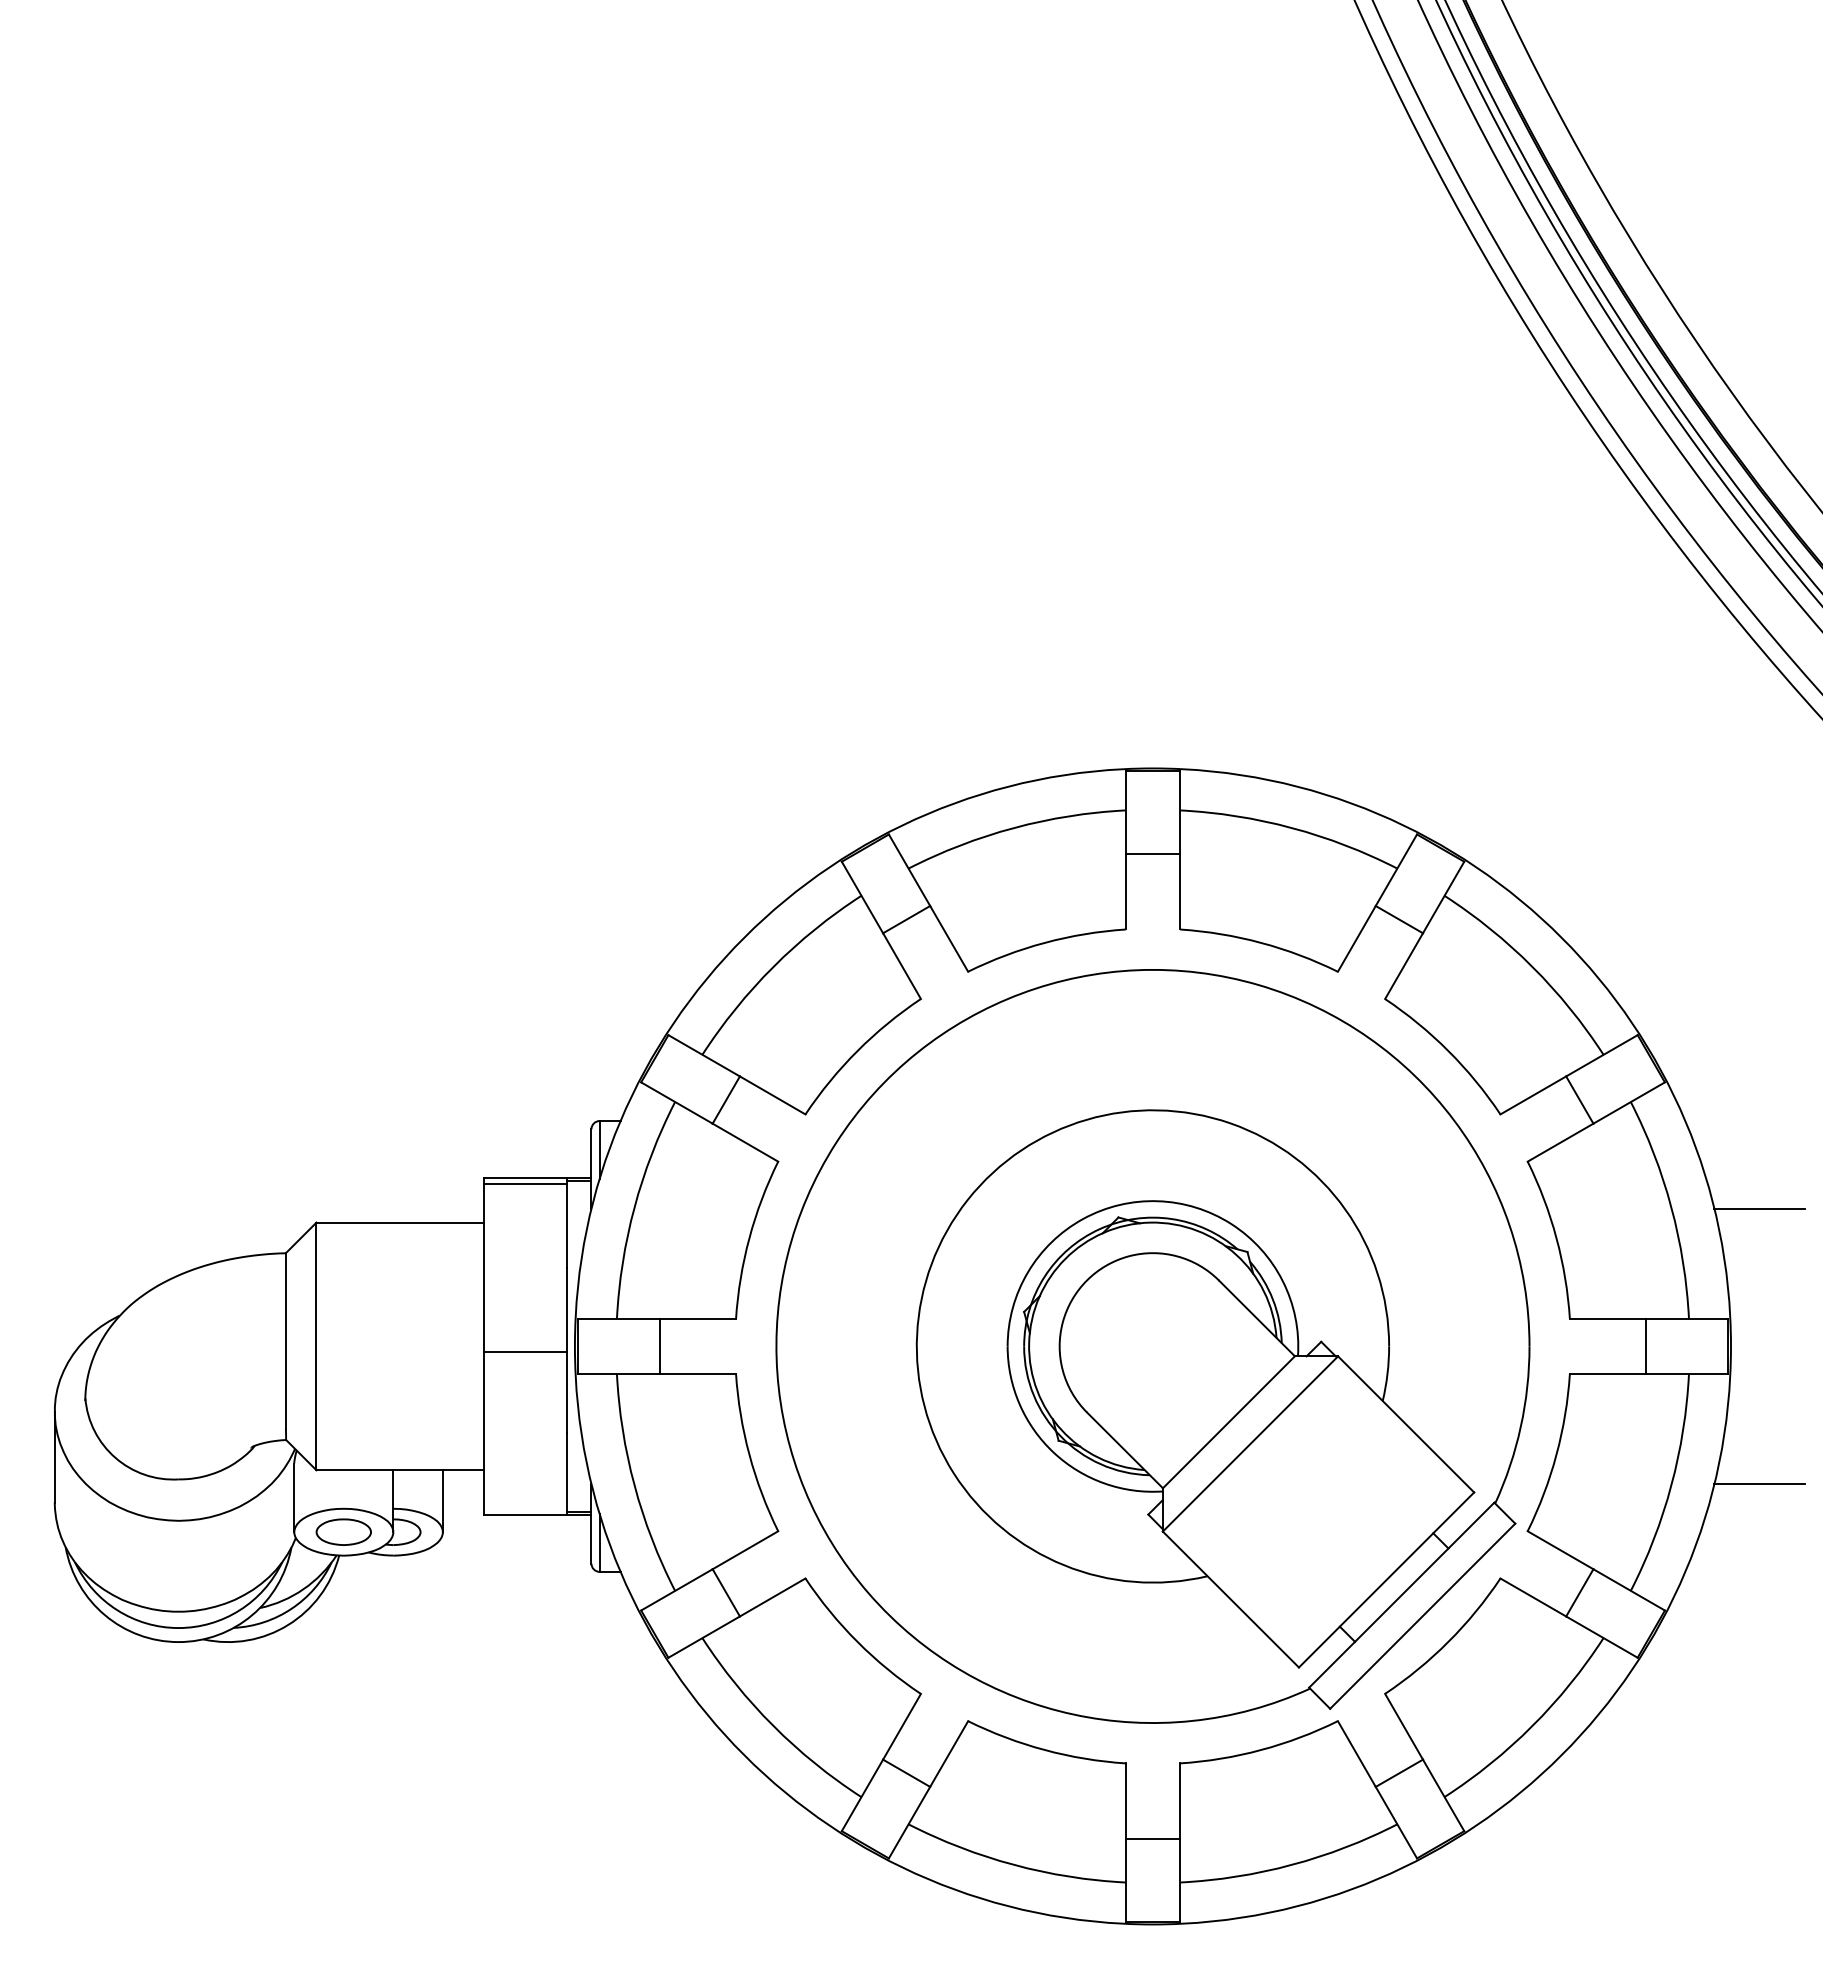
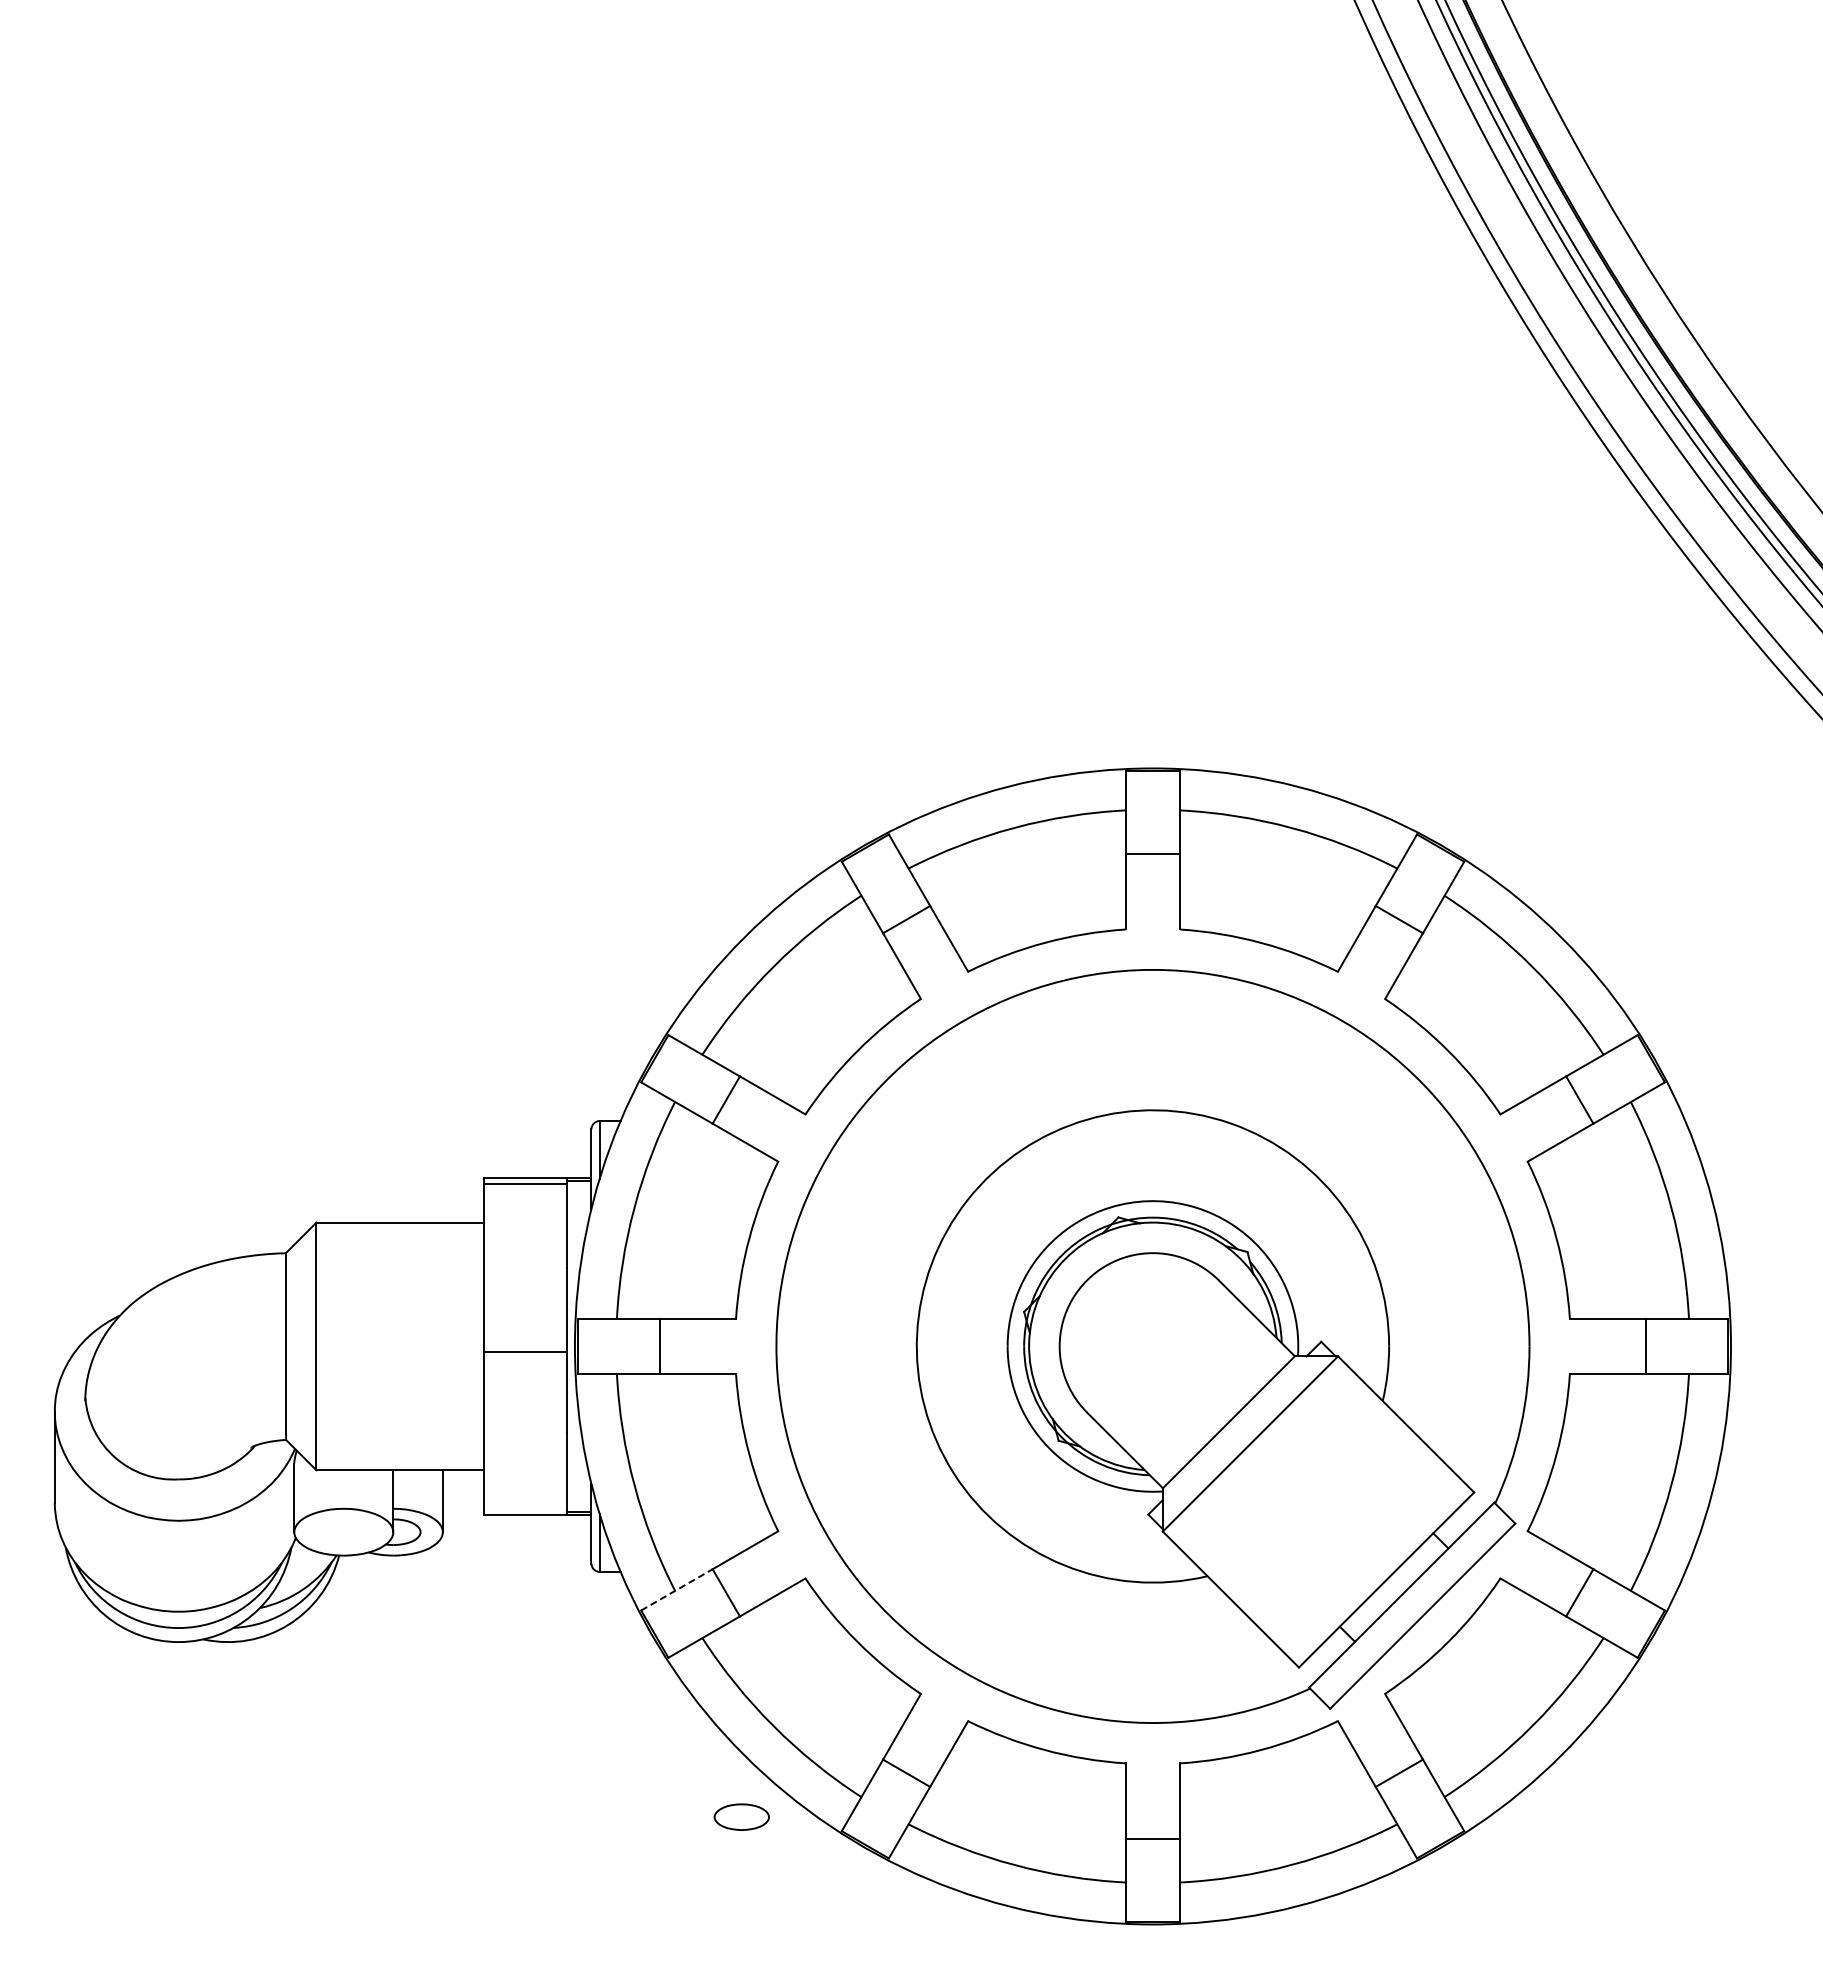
line at (1759, 1208): present -> none
line at (1759, 1484): present -> none
part at (343, 1531) position: (343, 1531) -> (741, 1816)
line at (677, 1589): solid -> dashed
